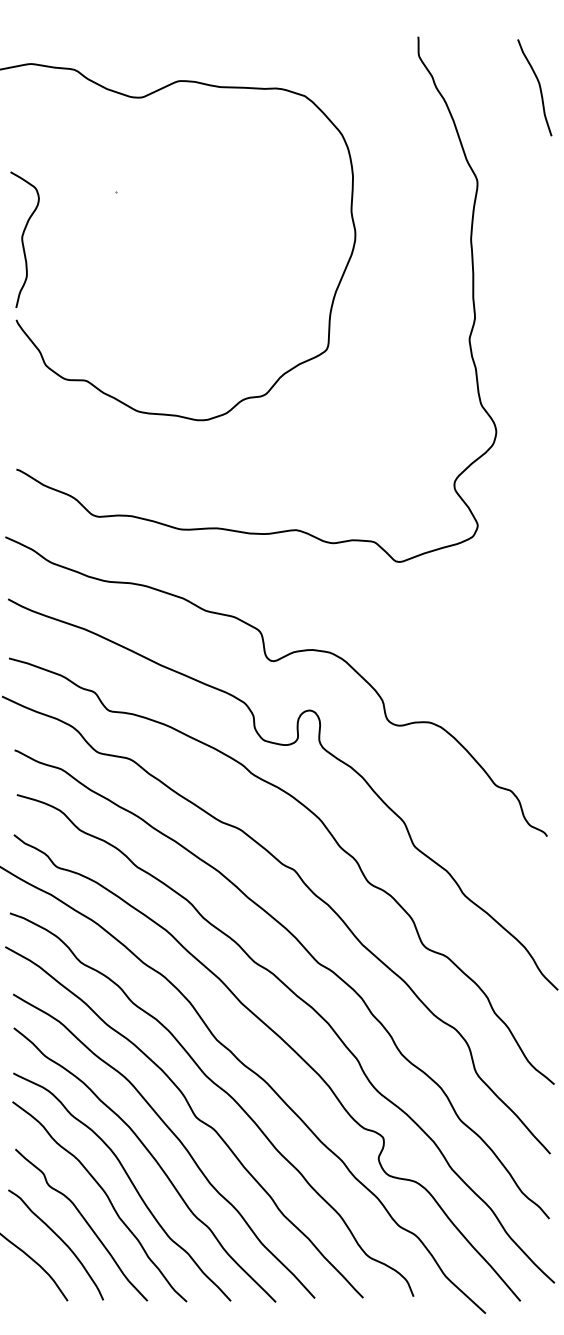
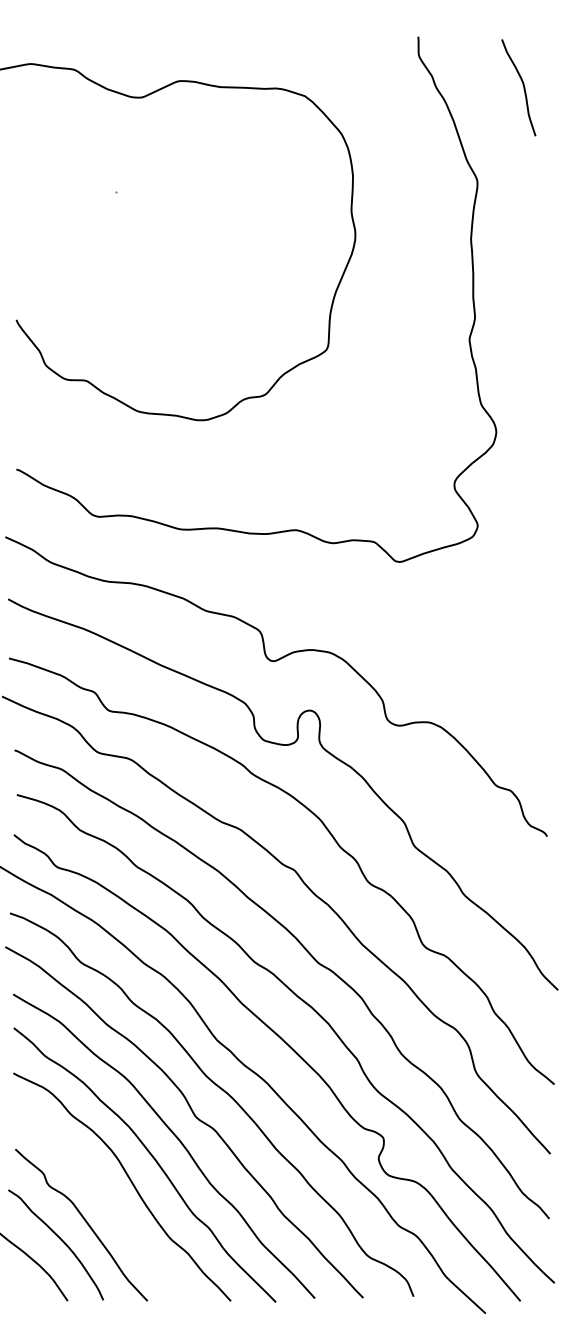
curve at (538, 85) position: (538, 85) -> (522, 85)
curve at (23, 239): present -> none
curve at (105, 1195): present -> none
